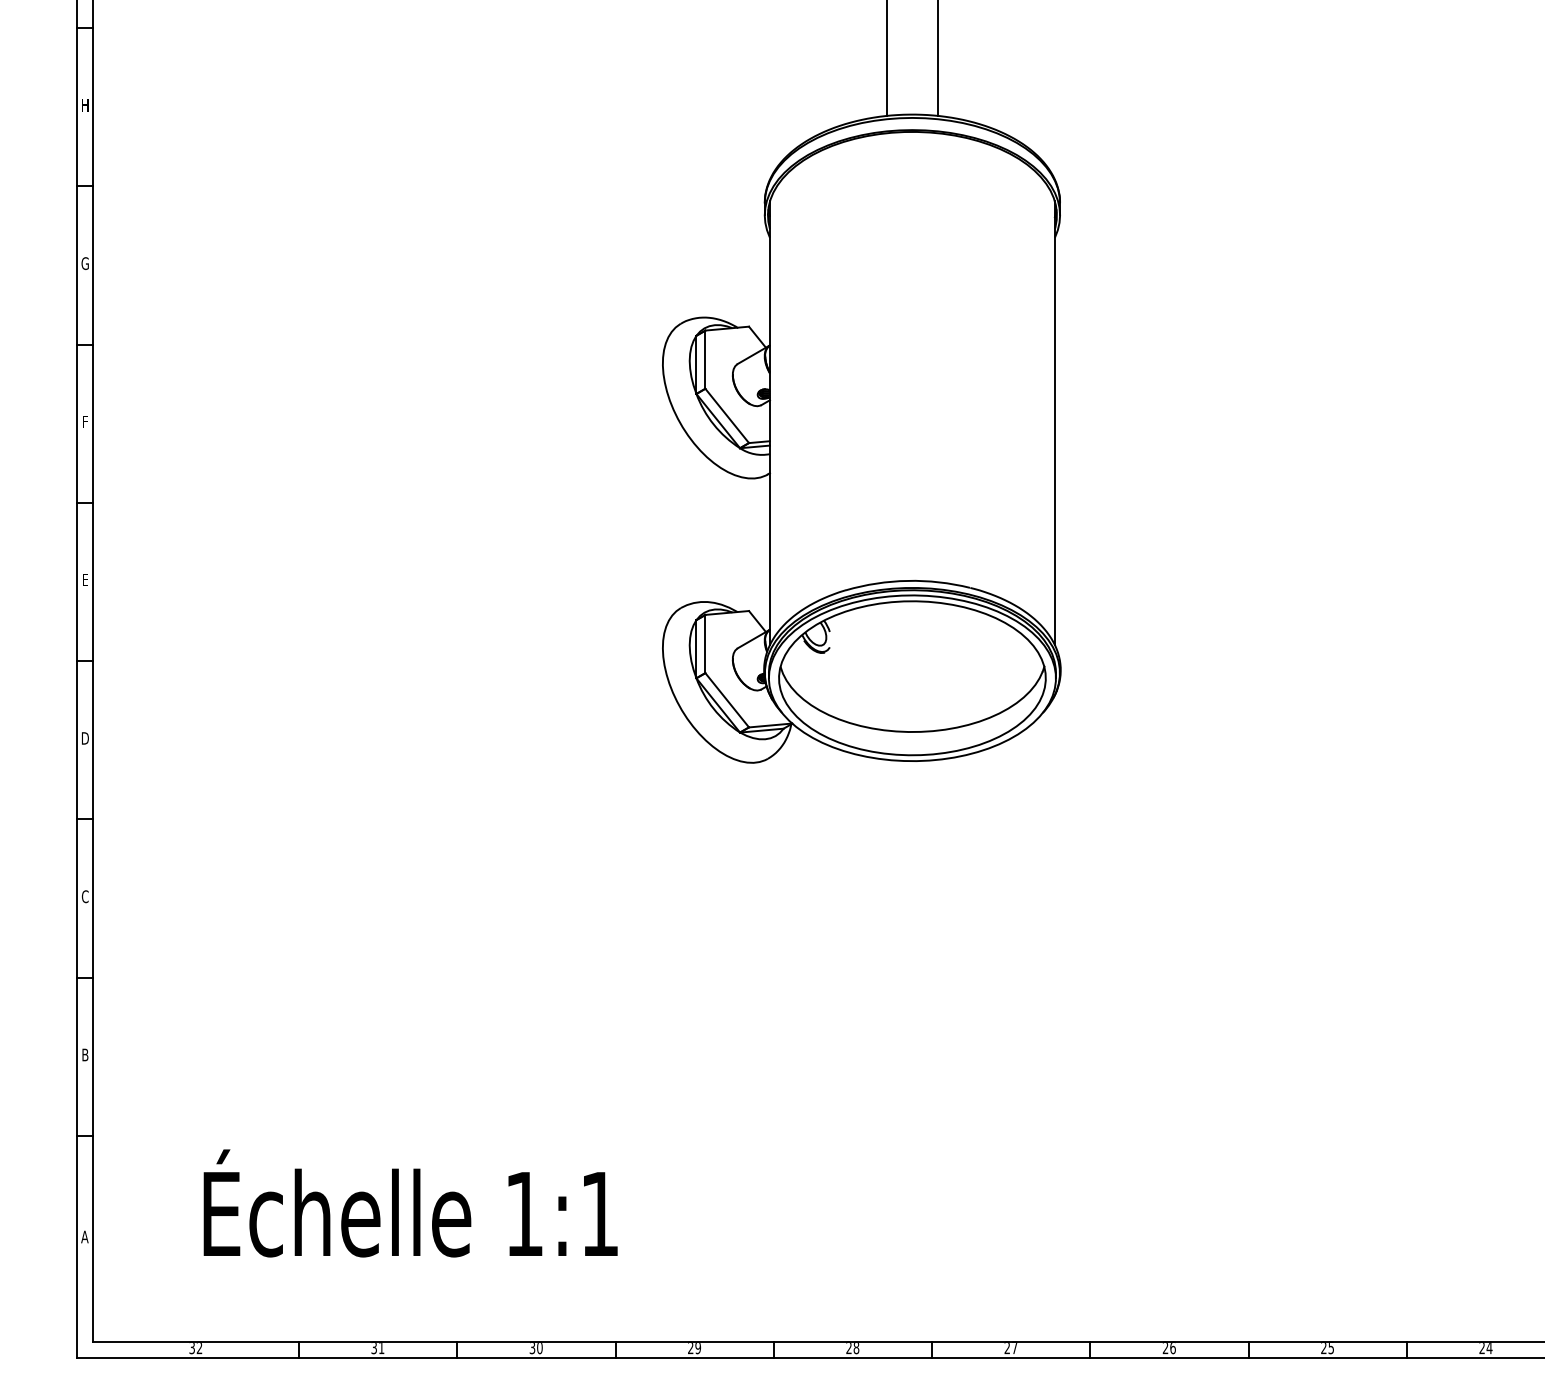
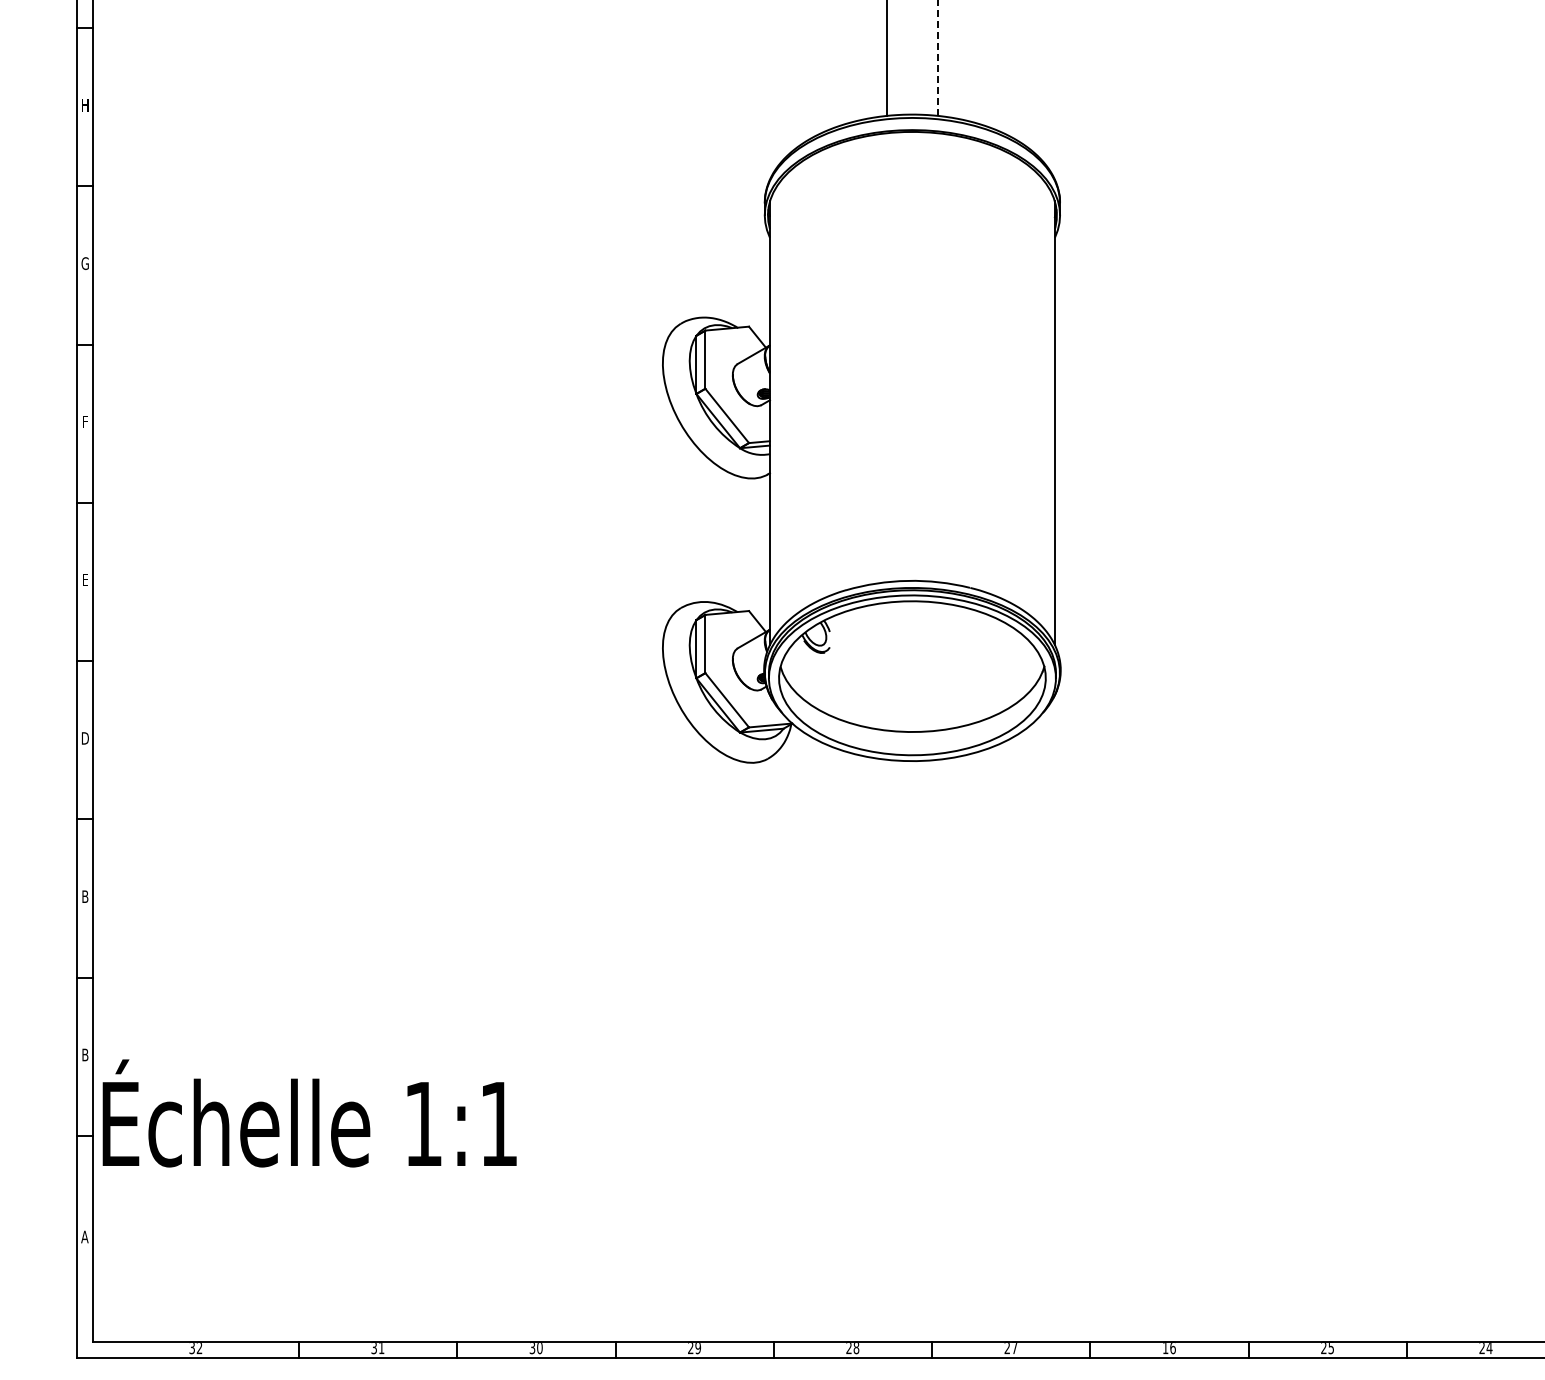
line at (937, 58): solid -> dashed
text at (84, 896): C -> B
text at (410, 1203) position: (410, 1203) -> (309, 1113)
text at (1165, 1348): 26 -> 16
